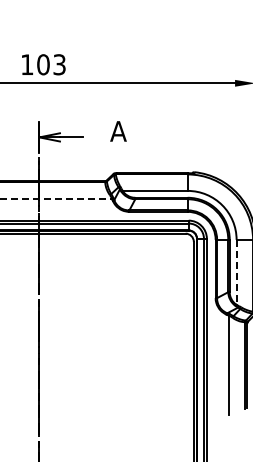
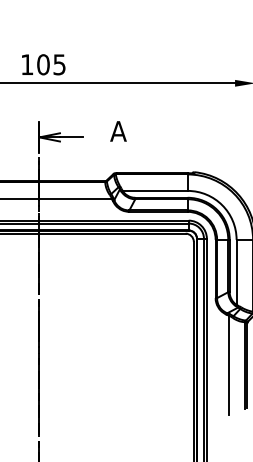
text at (59, 64): 103 -> 105
line at (56, 198): dashed -> solid
line at (236, 272): dashed -> solid
